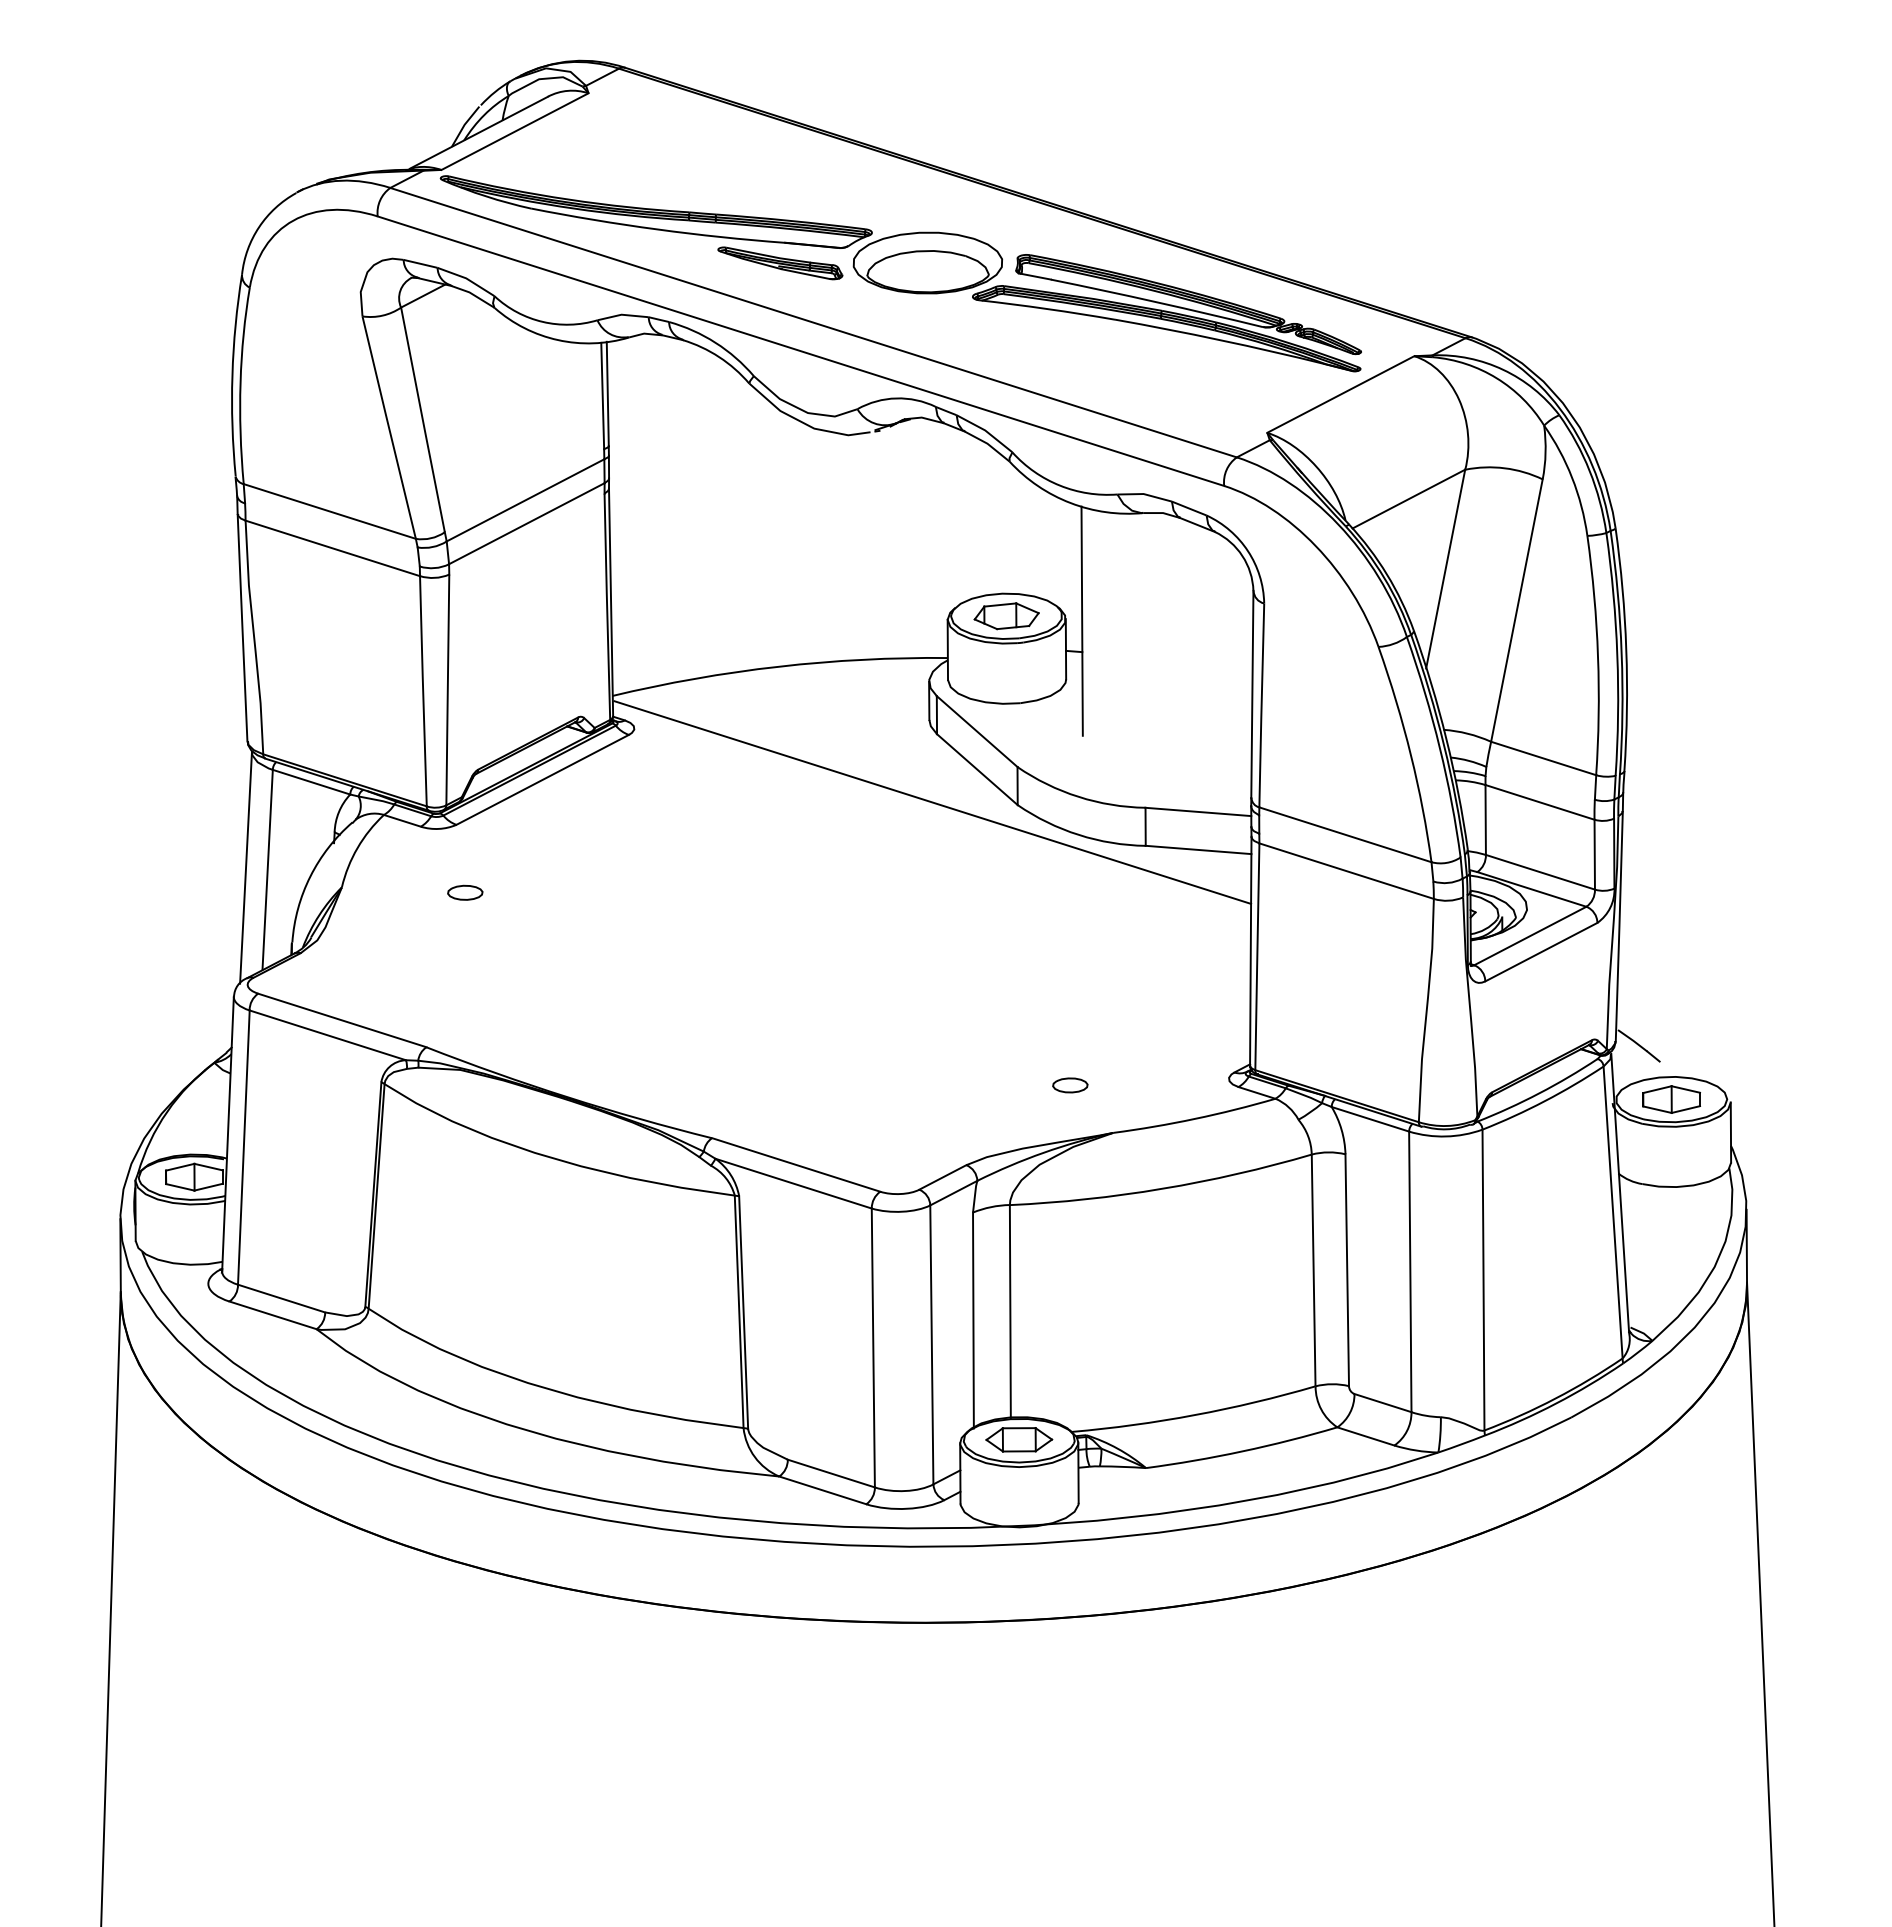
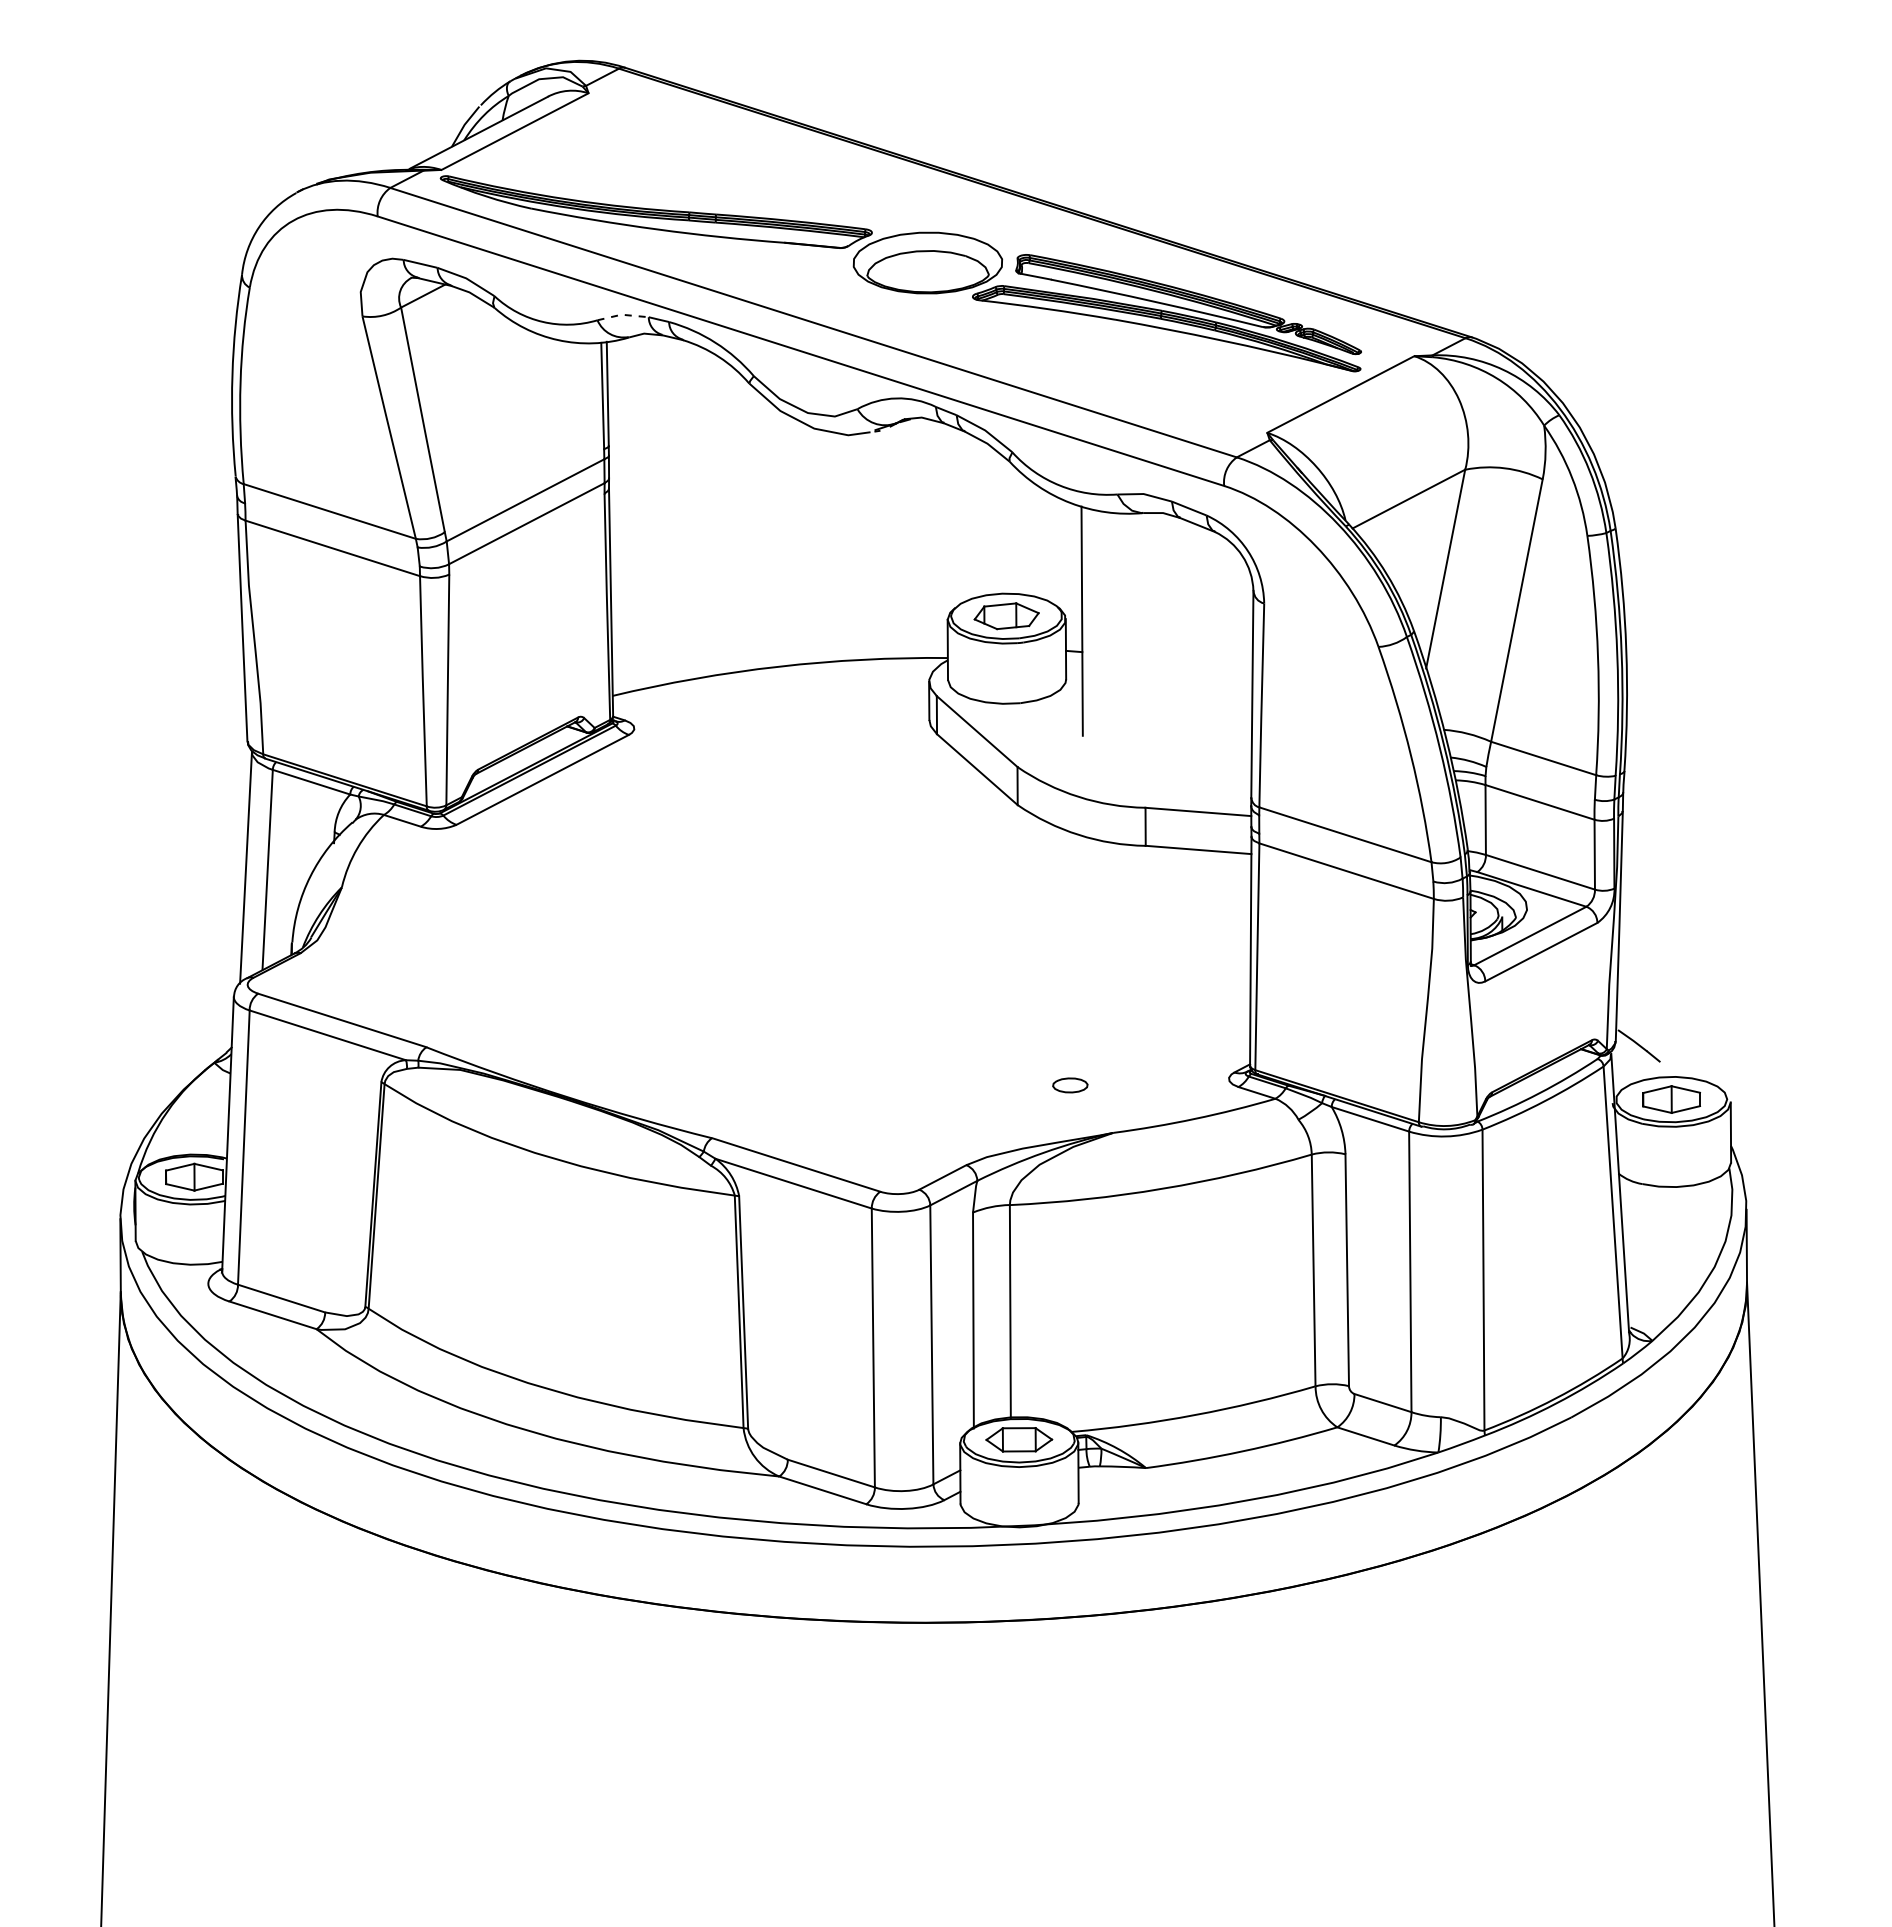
part at (780, 263): present -> none
line at (622, 314): solid -> dashed
line at (932, 802): present -> none
part at (465, 892): present -> none
